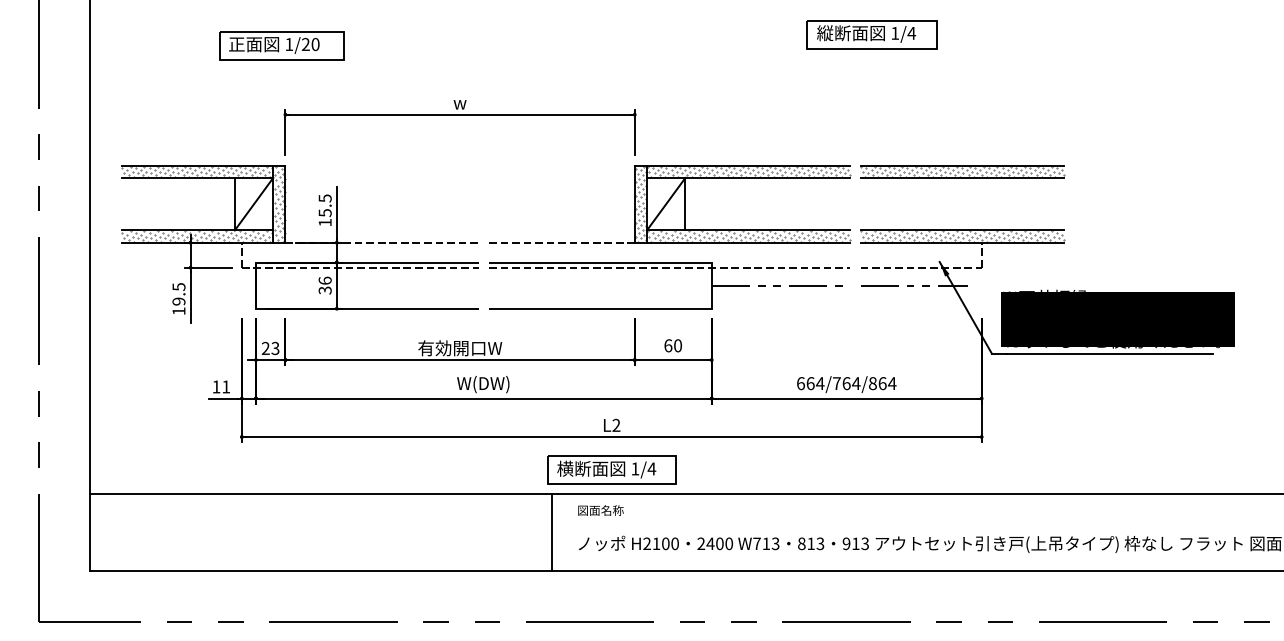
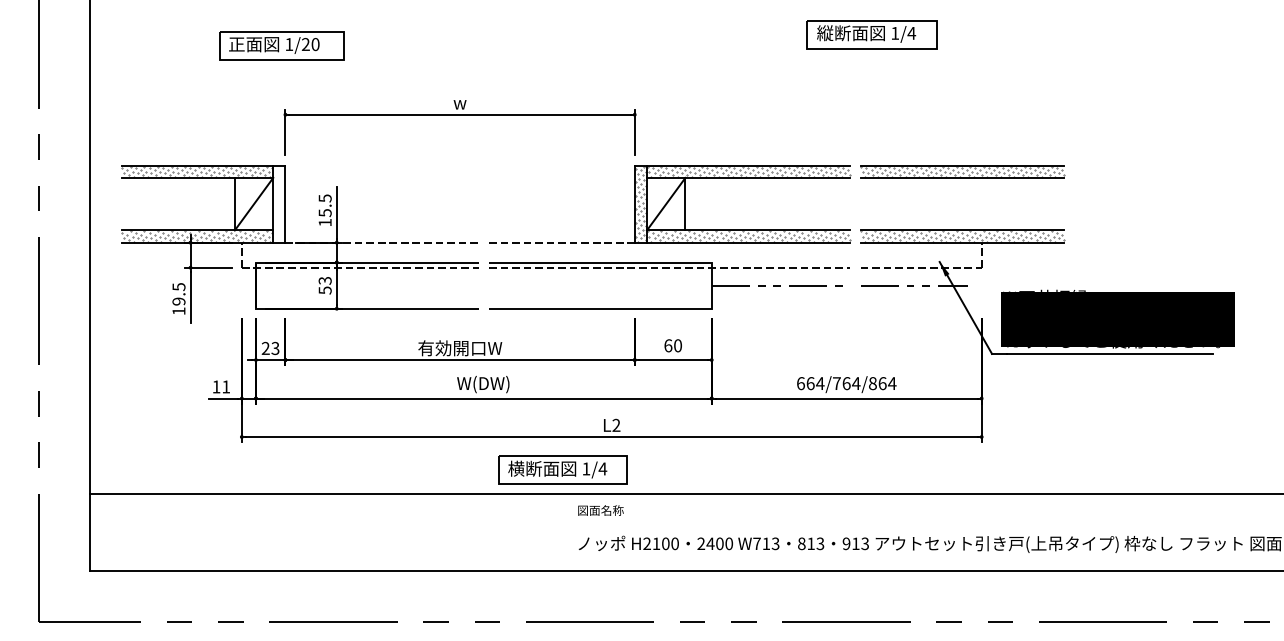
hatch at (279, 203): present -> none
text at (324, 285): 36 -> 53
part at (611, 469) position: (611, 469) -> (562, 469)
line at (551, 531): present -> none
